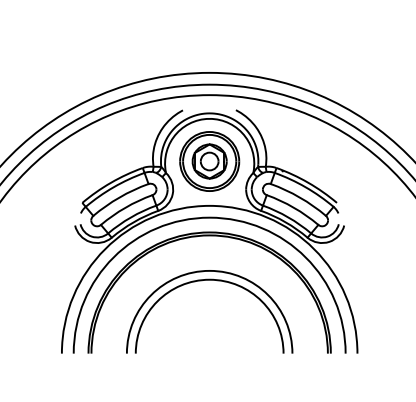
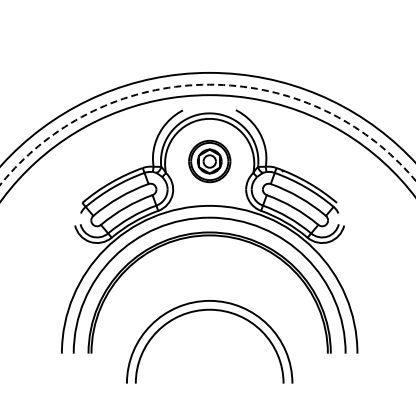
arc at (206, 84): solid -> dashed
part at (209, 161) size: 62x61 px -> 44x44 px
part at (202, 281) position: (202, 281) -> (202, 311)
